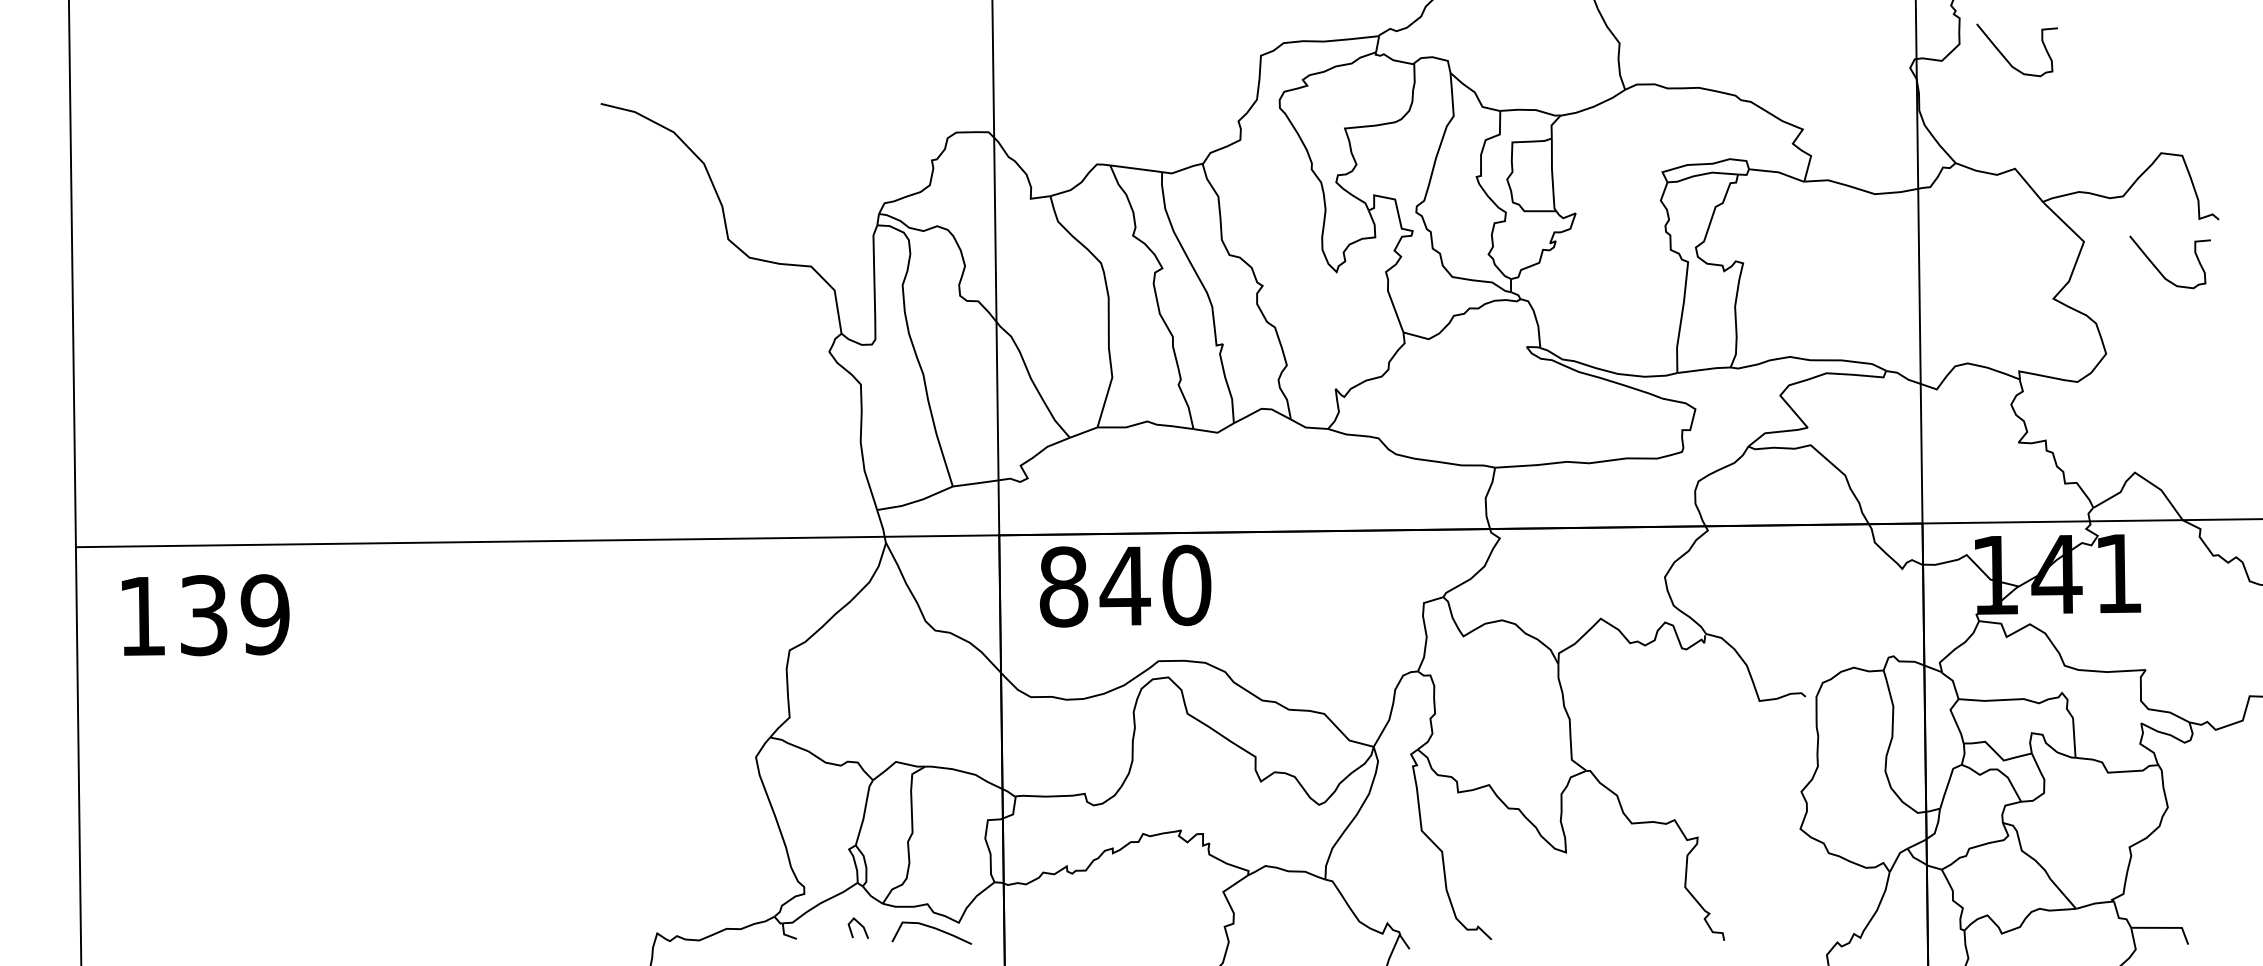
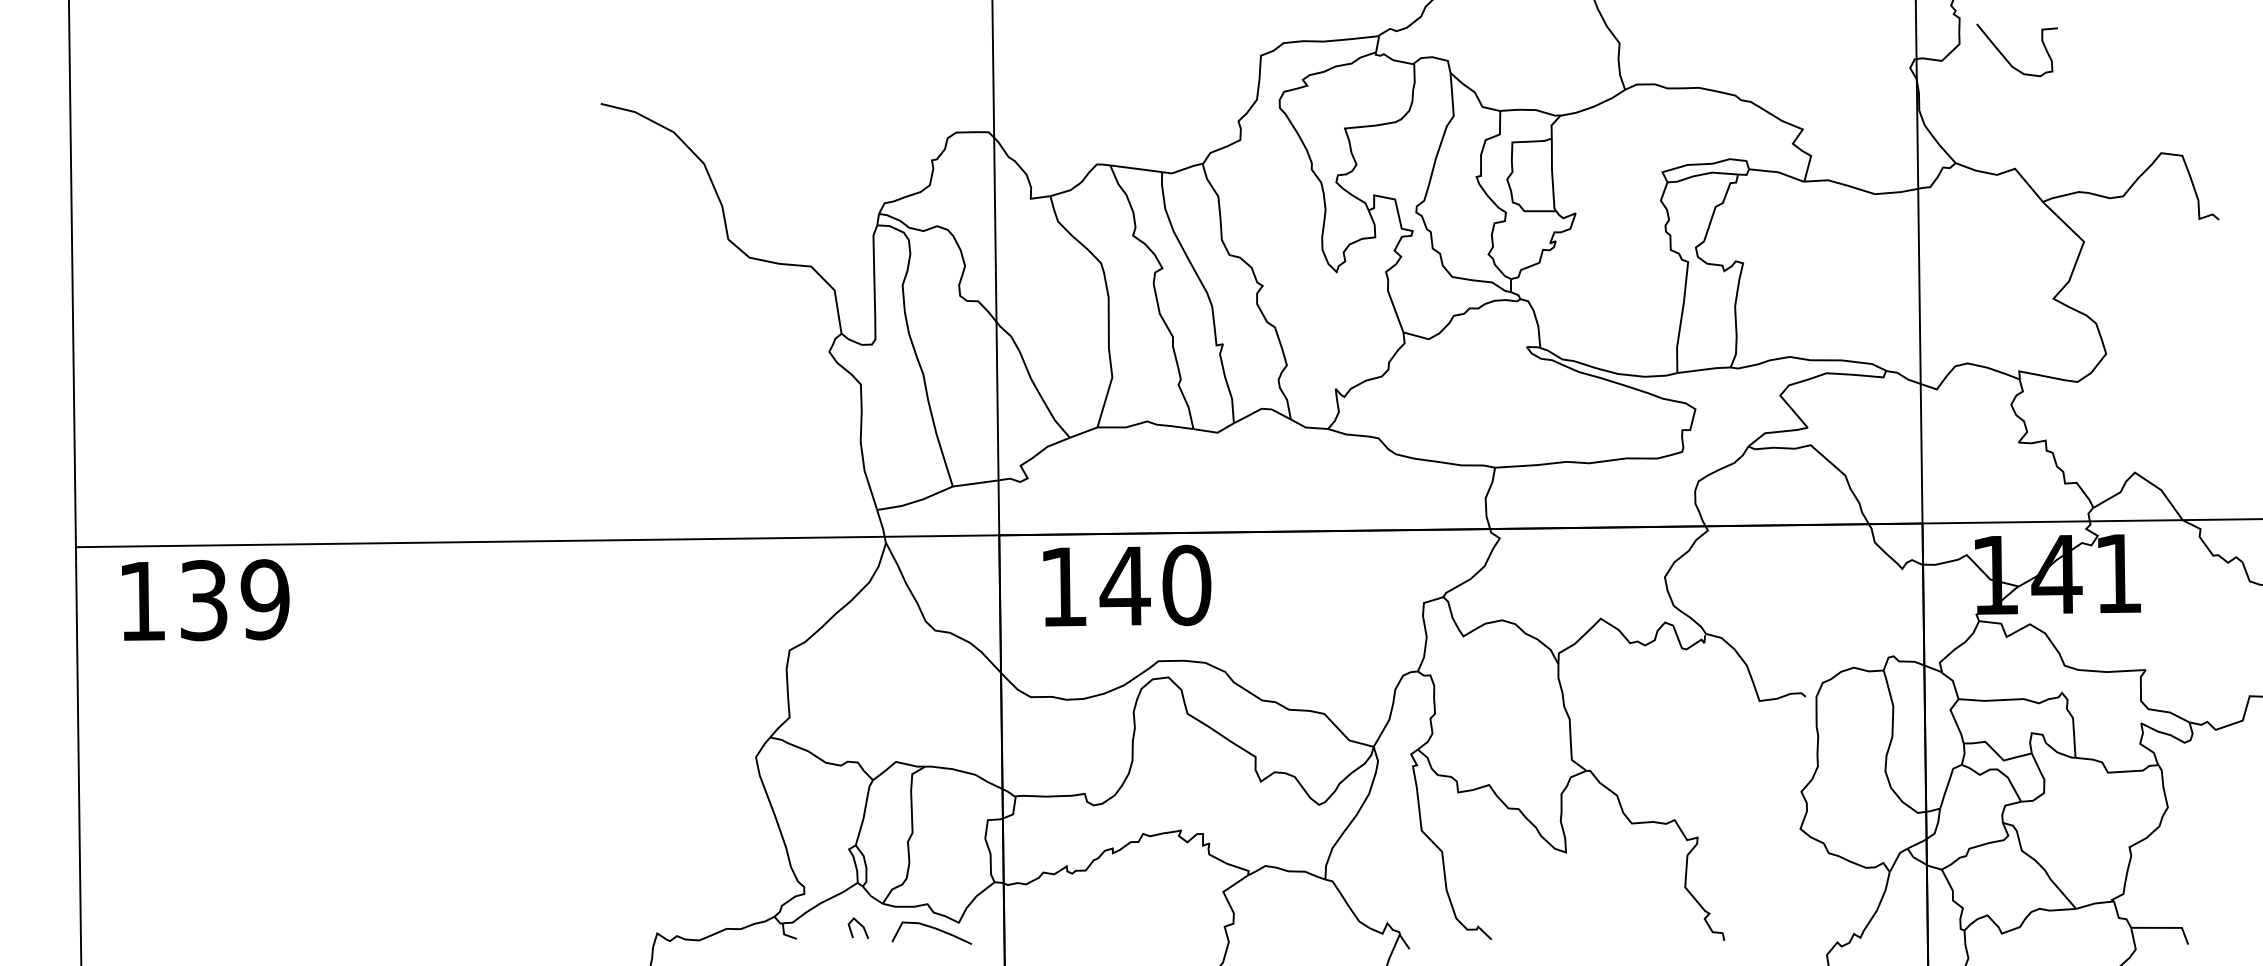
curve at (2160, 271): present -> none
text at (1063, 586): 840 -> 140
text at (205, 615) position: (205, 615) -> (205, 600)
